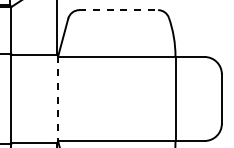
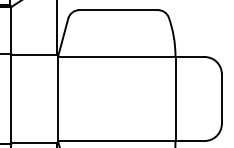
line at (119, 10): dashed -> solid
line at (57, 99): dashed -> solid
